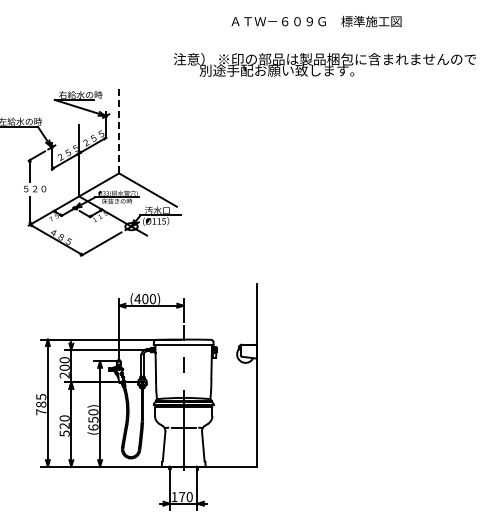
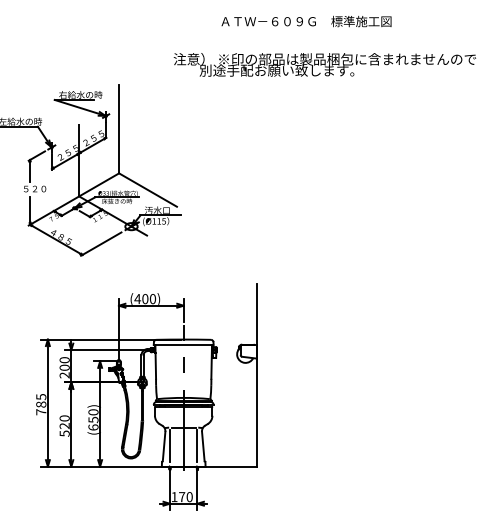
text at (316, 21) position: (316, 21) -> (306, 21)
line at (119, 128): dashed -> solid
line at (169, 445): none -> present
line at (197, 445): none -> present
